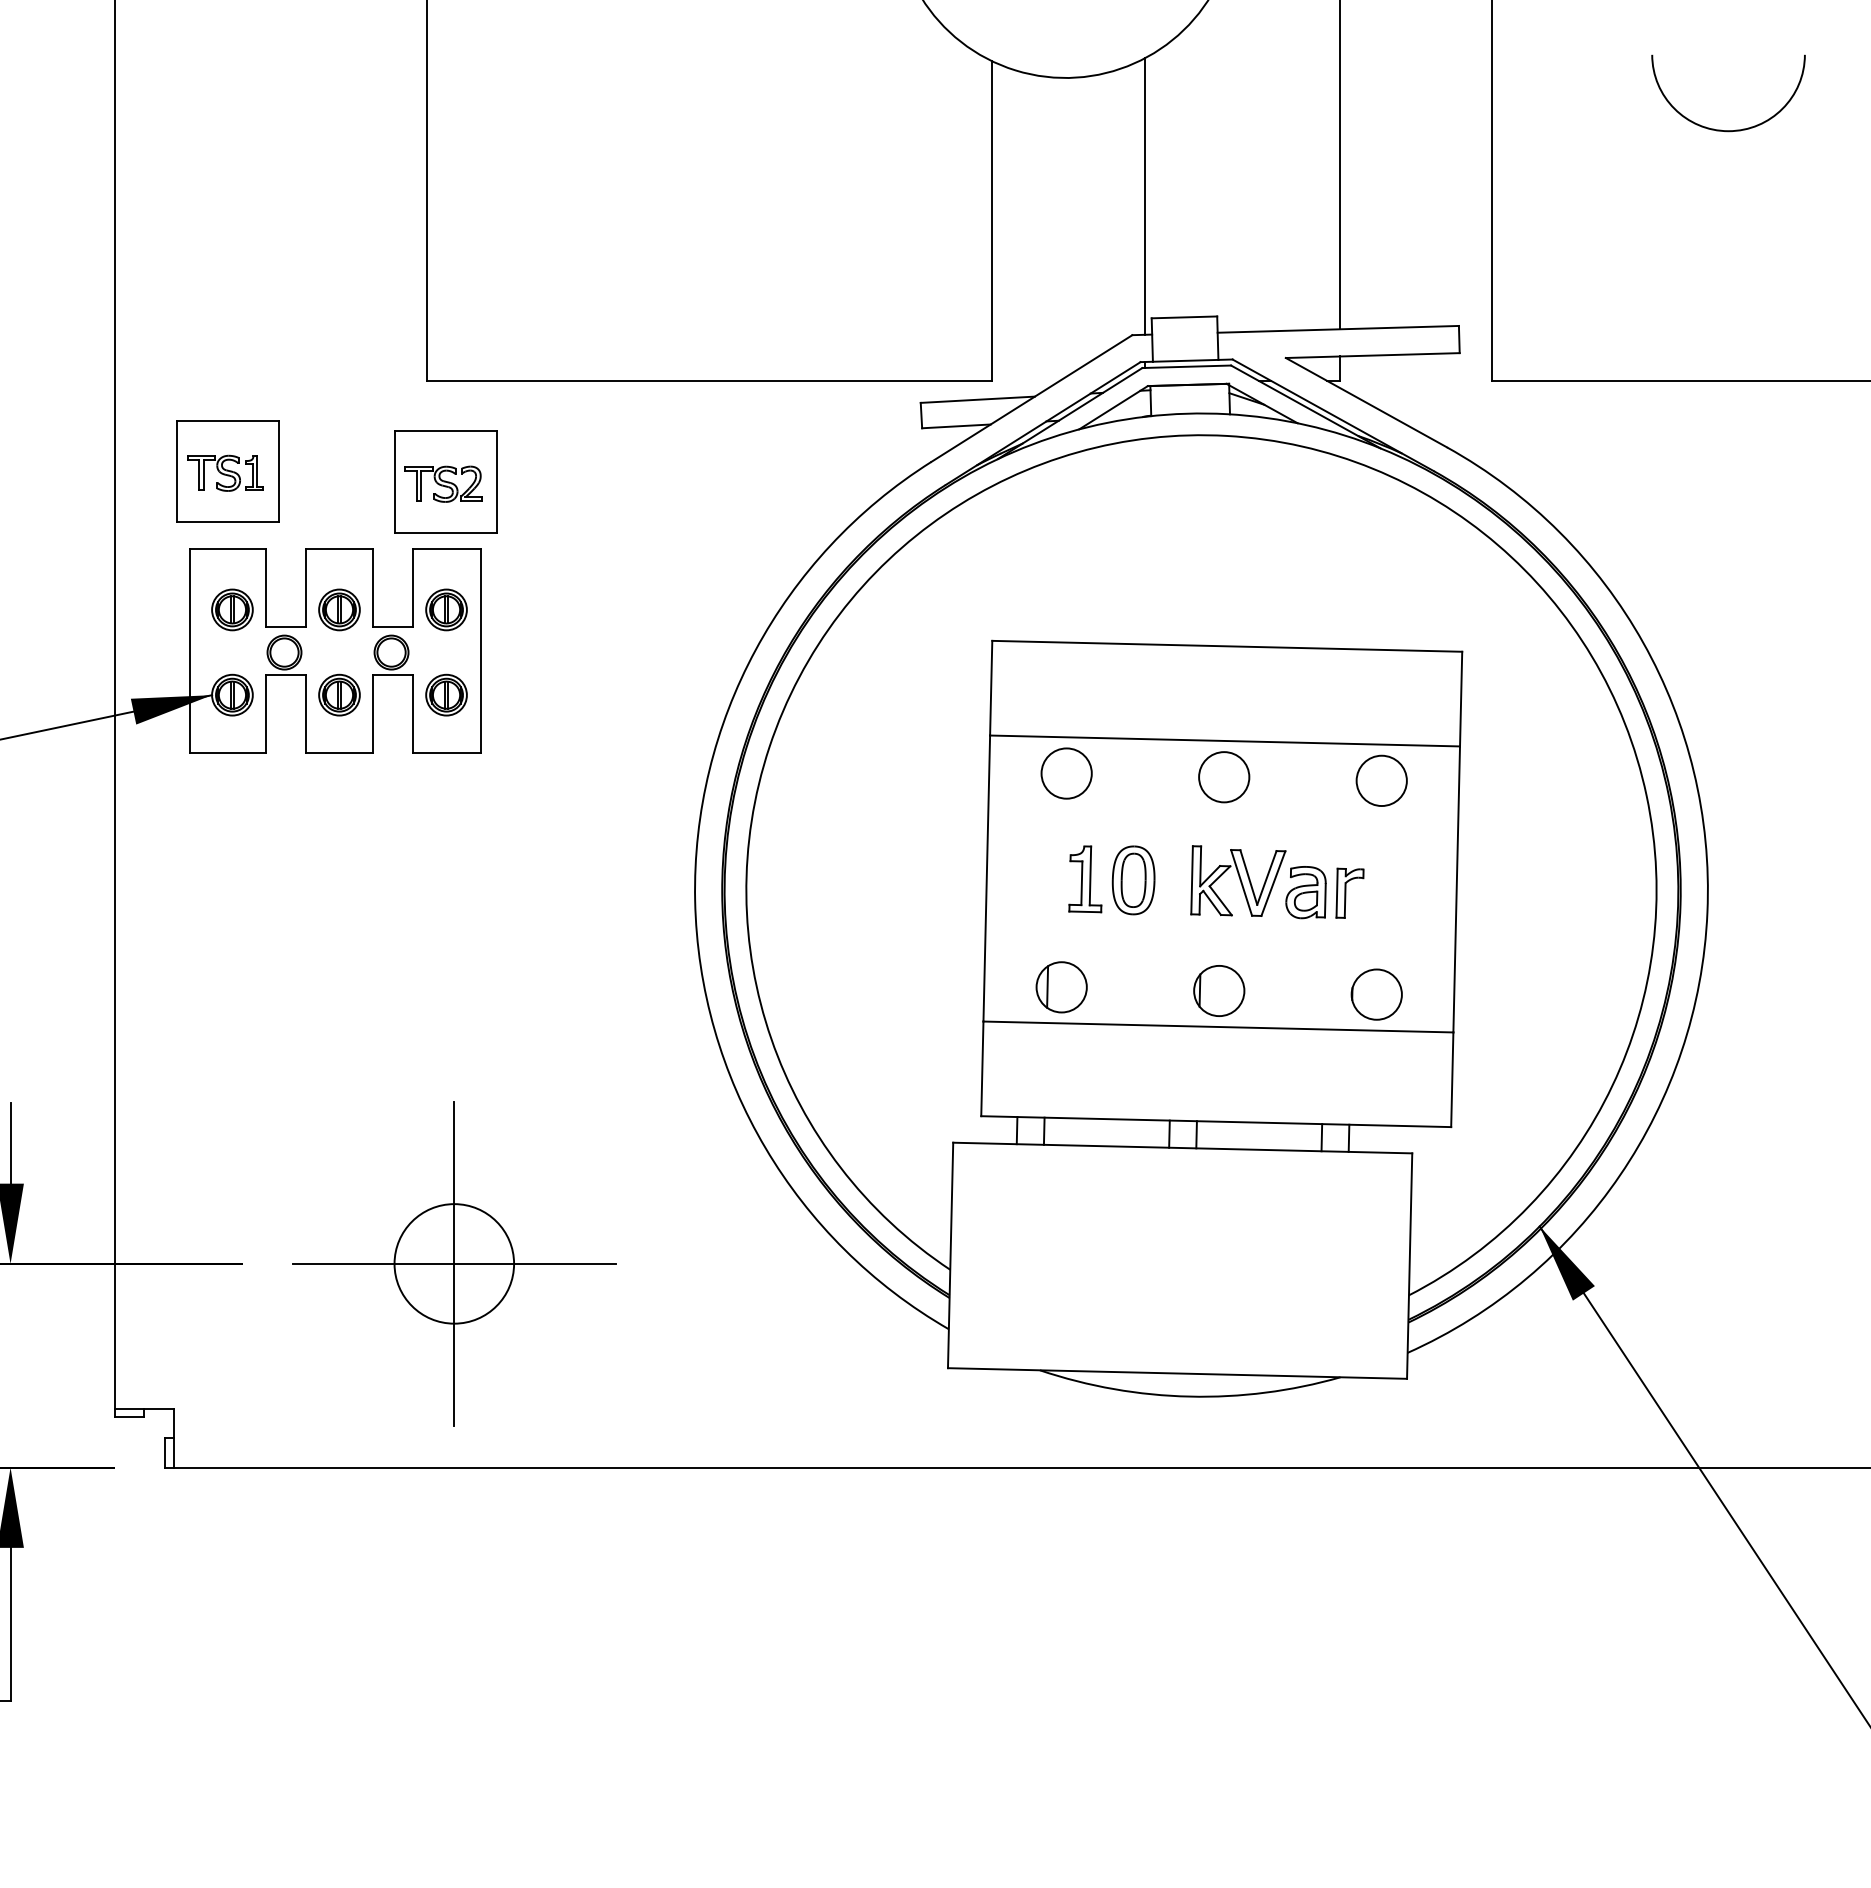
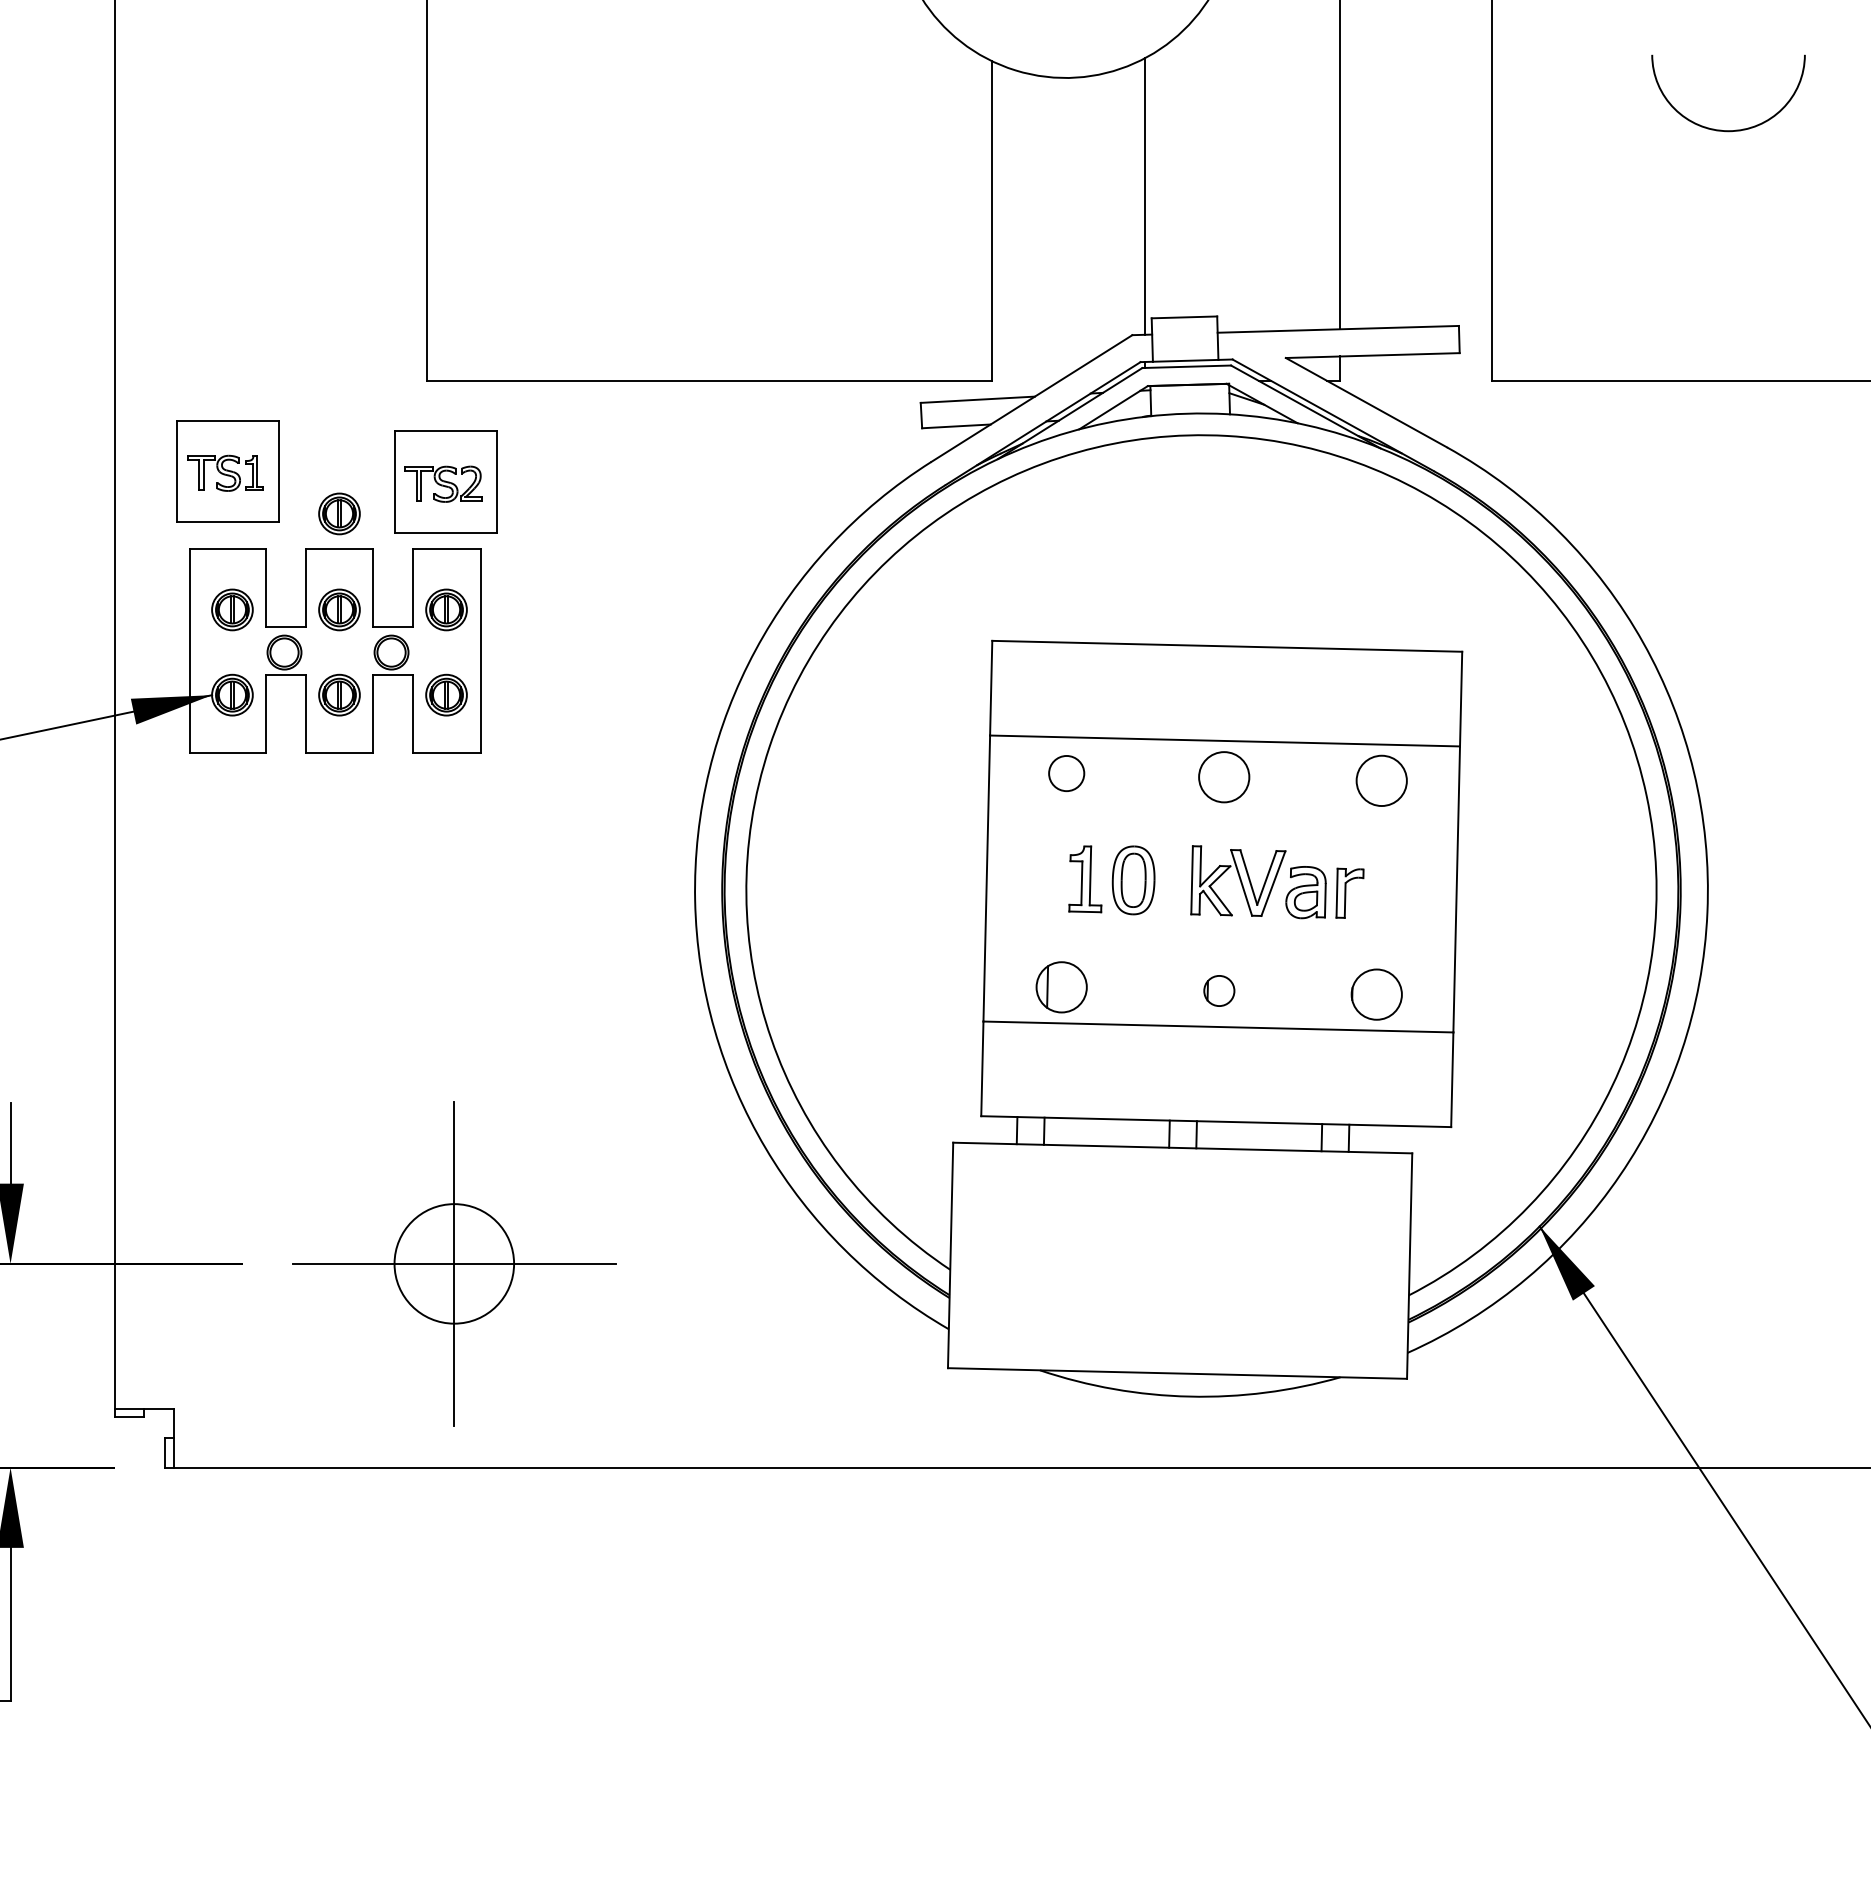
part at (339, 513): none -> present
circle at (1066, 773) diameter: 50 px -> 35 px
part at (1219, 990) size: 53x52 px -> 33x32 px
